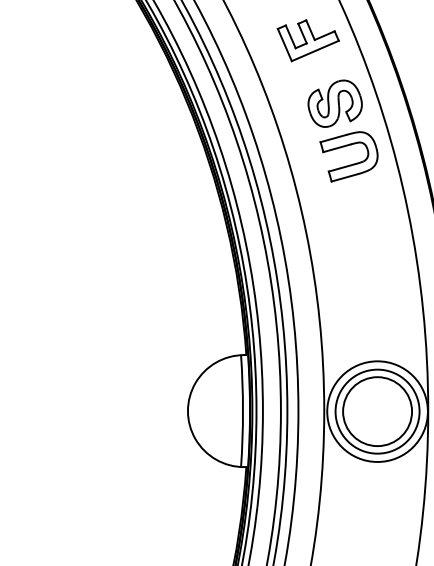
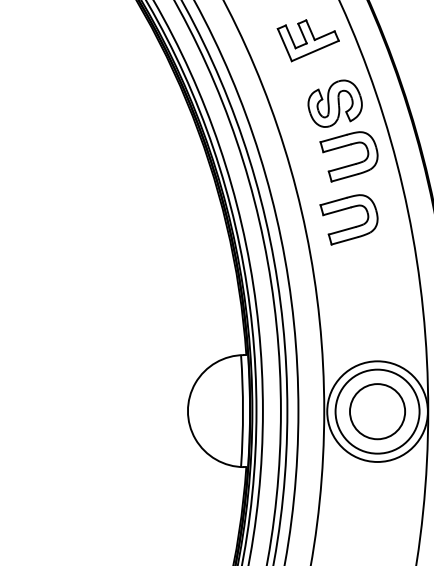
part at (349, 227): none -> present
circle at (377, 411) diameter: 69 px -> 55 px
